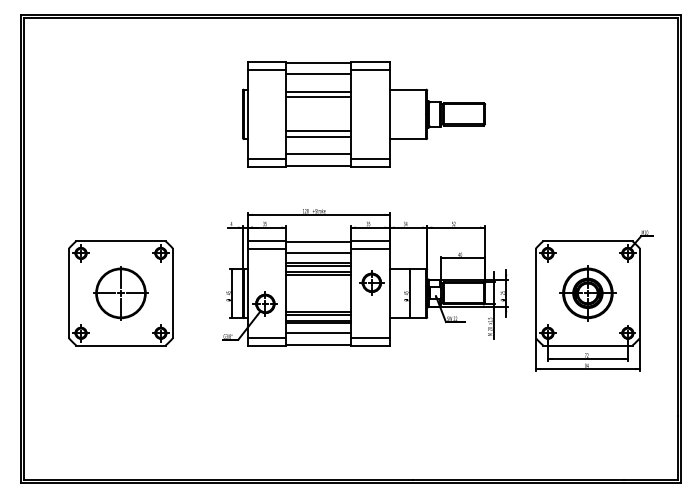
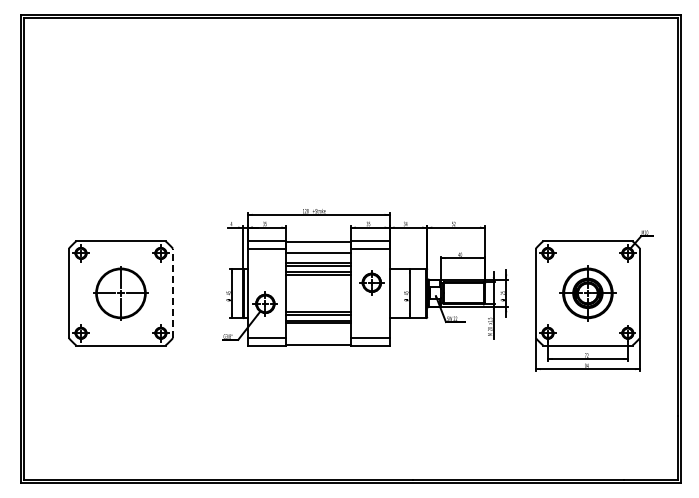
part at (363, 114): present -> none
line at (173, 293): solid -> dashed
line at (318, 333): present -> none
